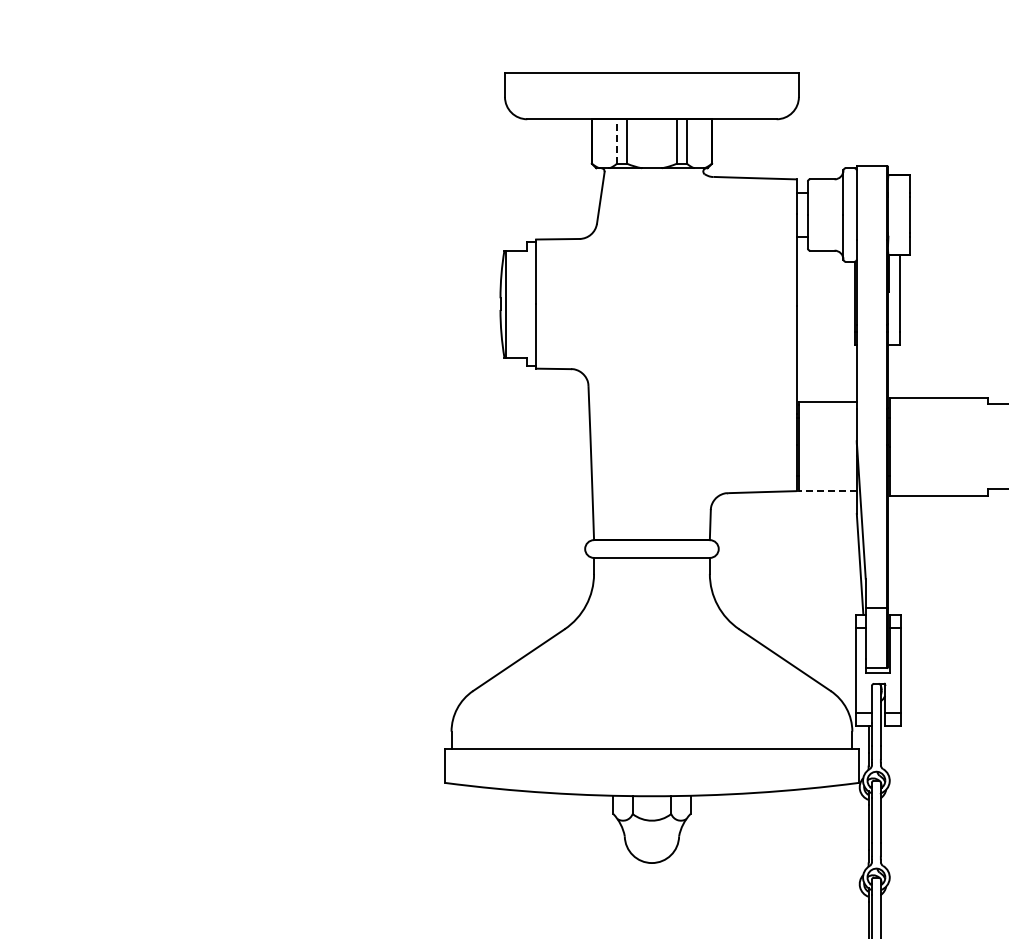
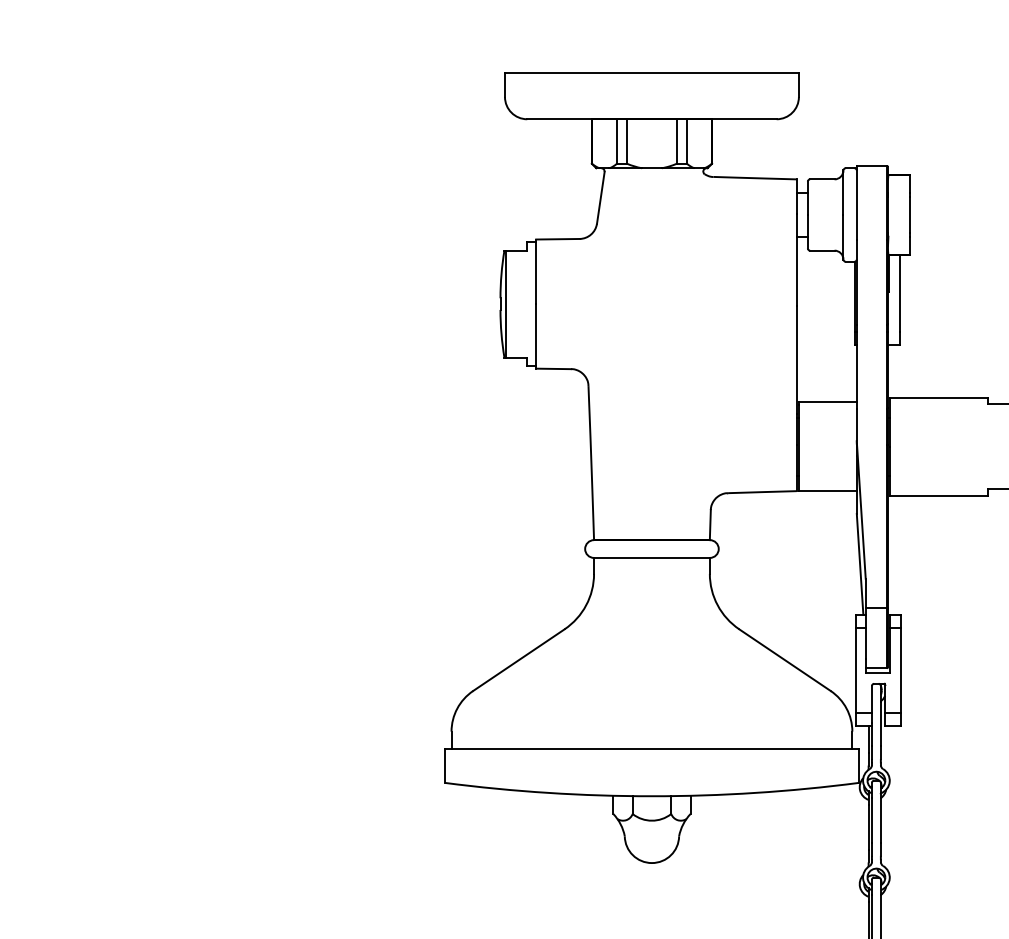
line at (616, 141): dashed -> solid
line at (827, 491): dashed -> solid
